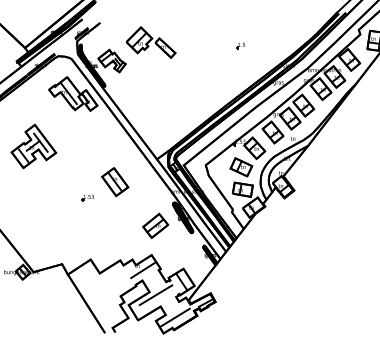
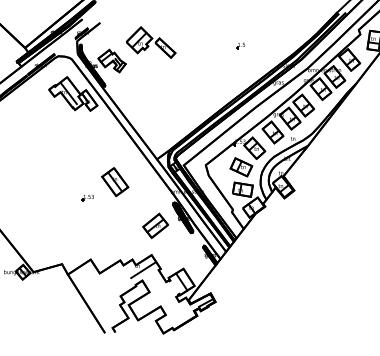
part at (33, 146): present -> none
line at (155, 295): present -> none
line at (174, 317): present -> none
